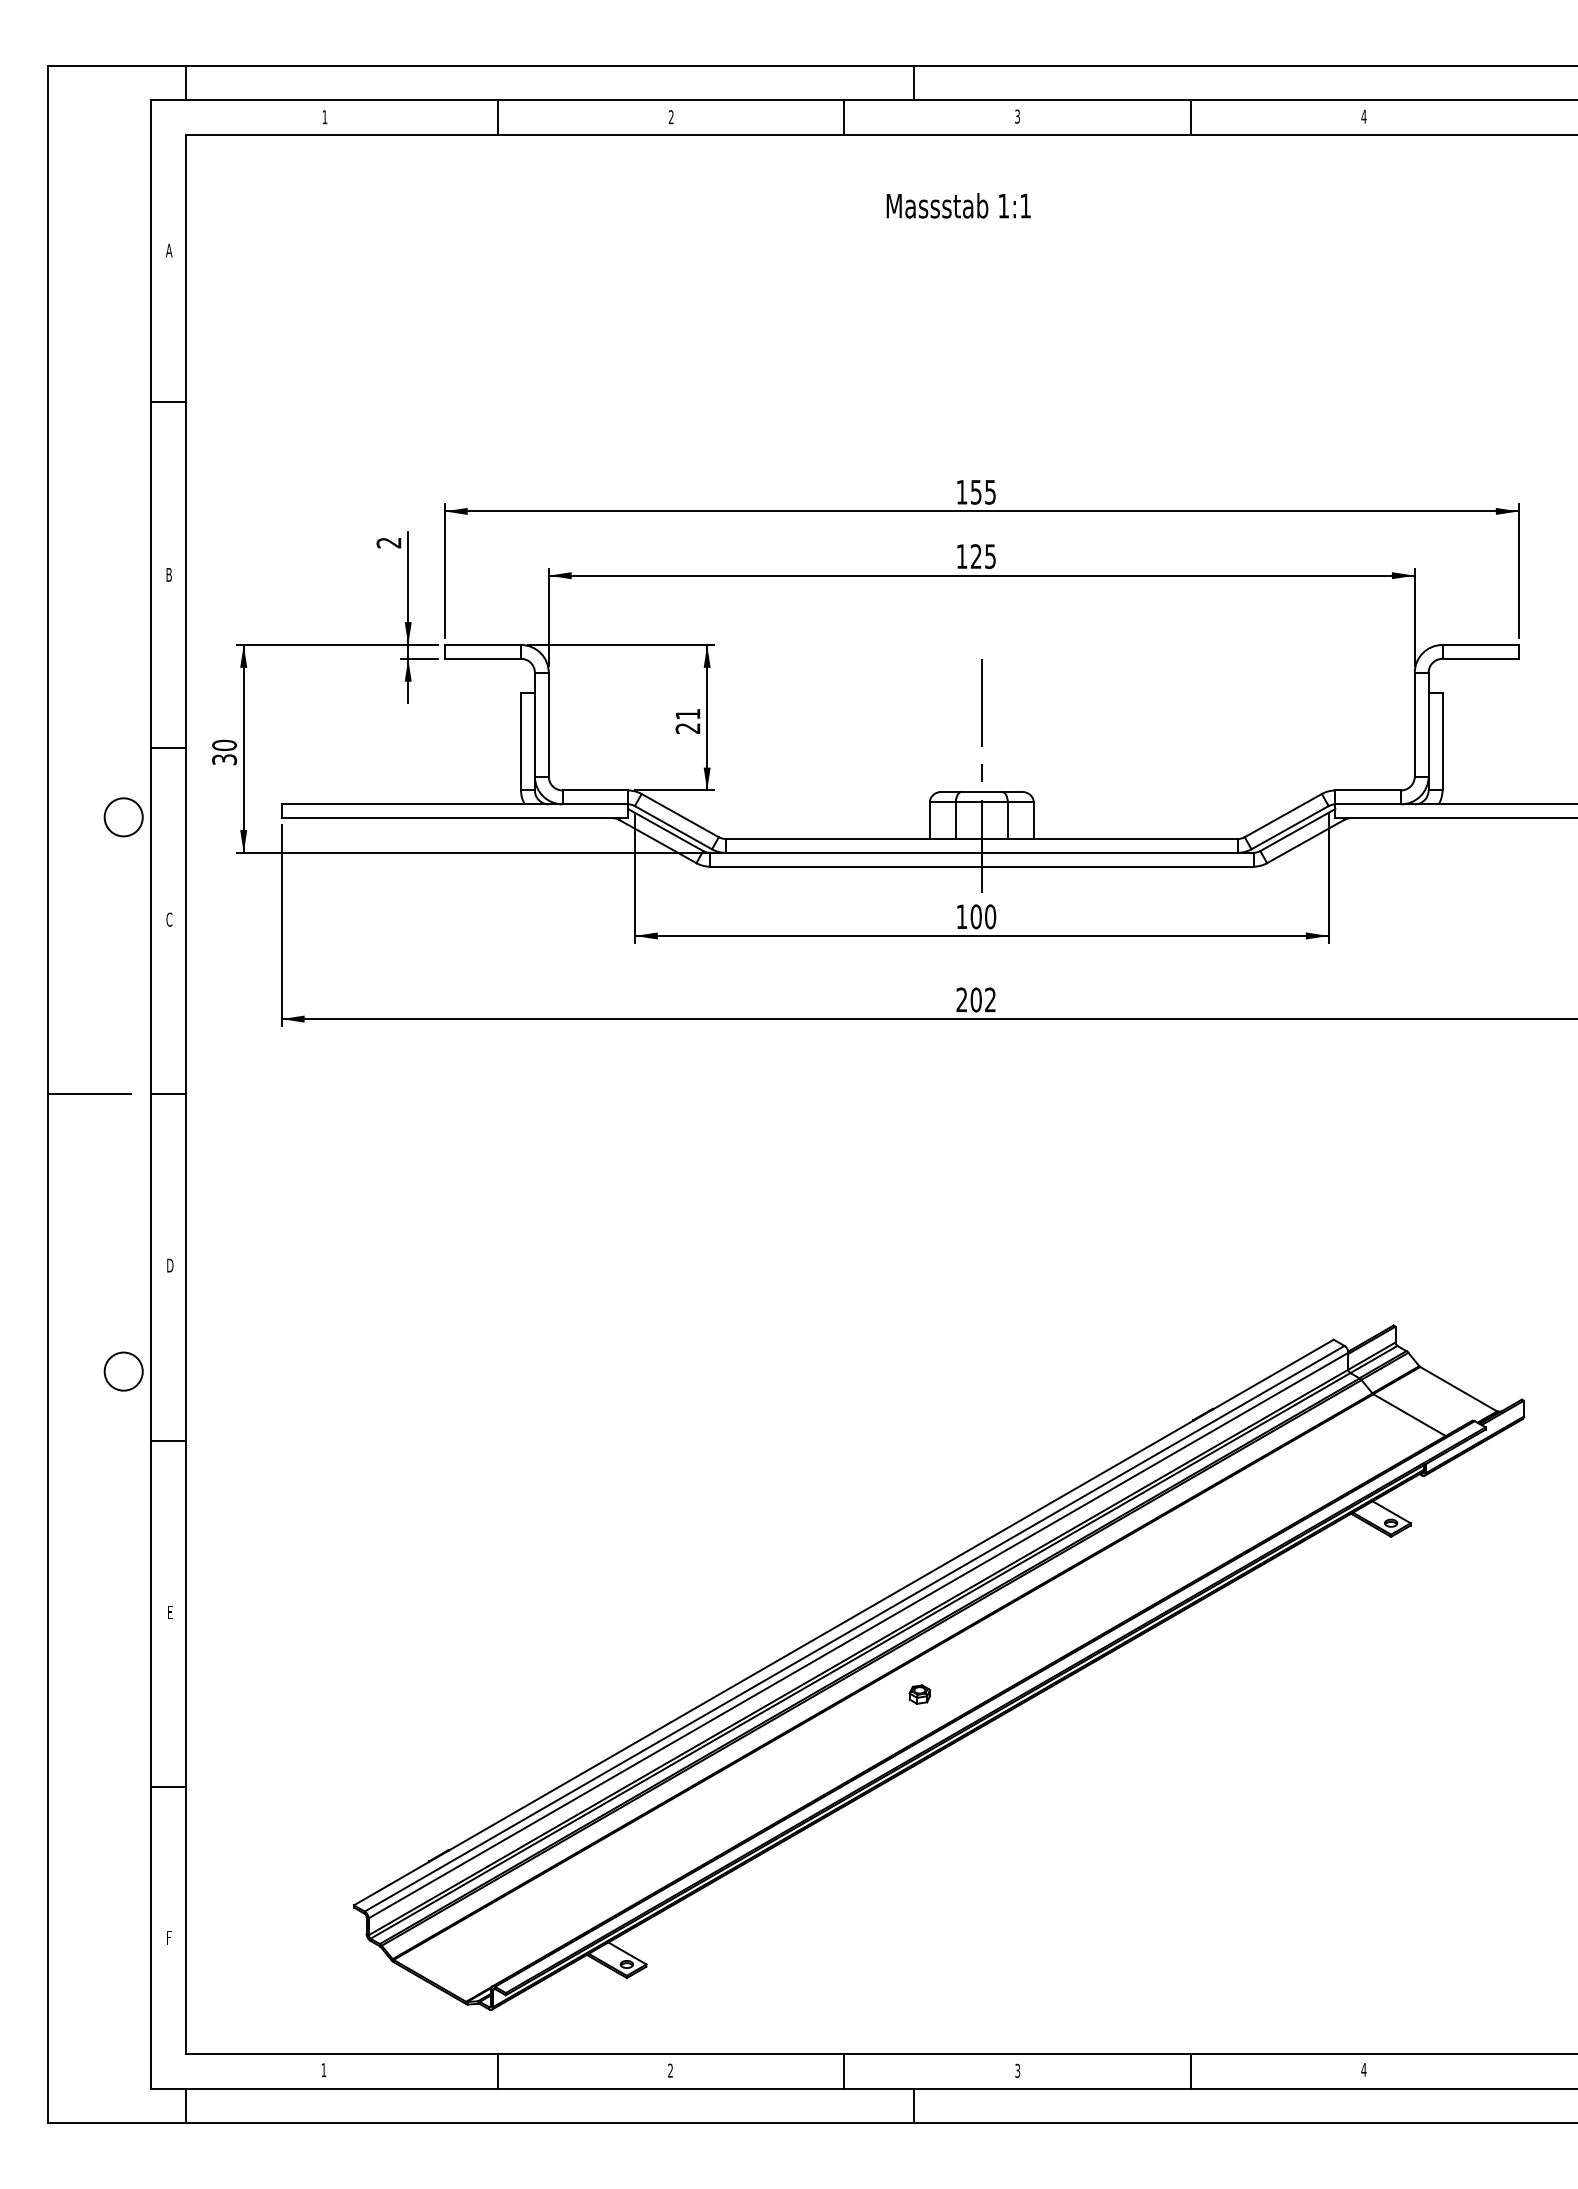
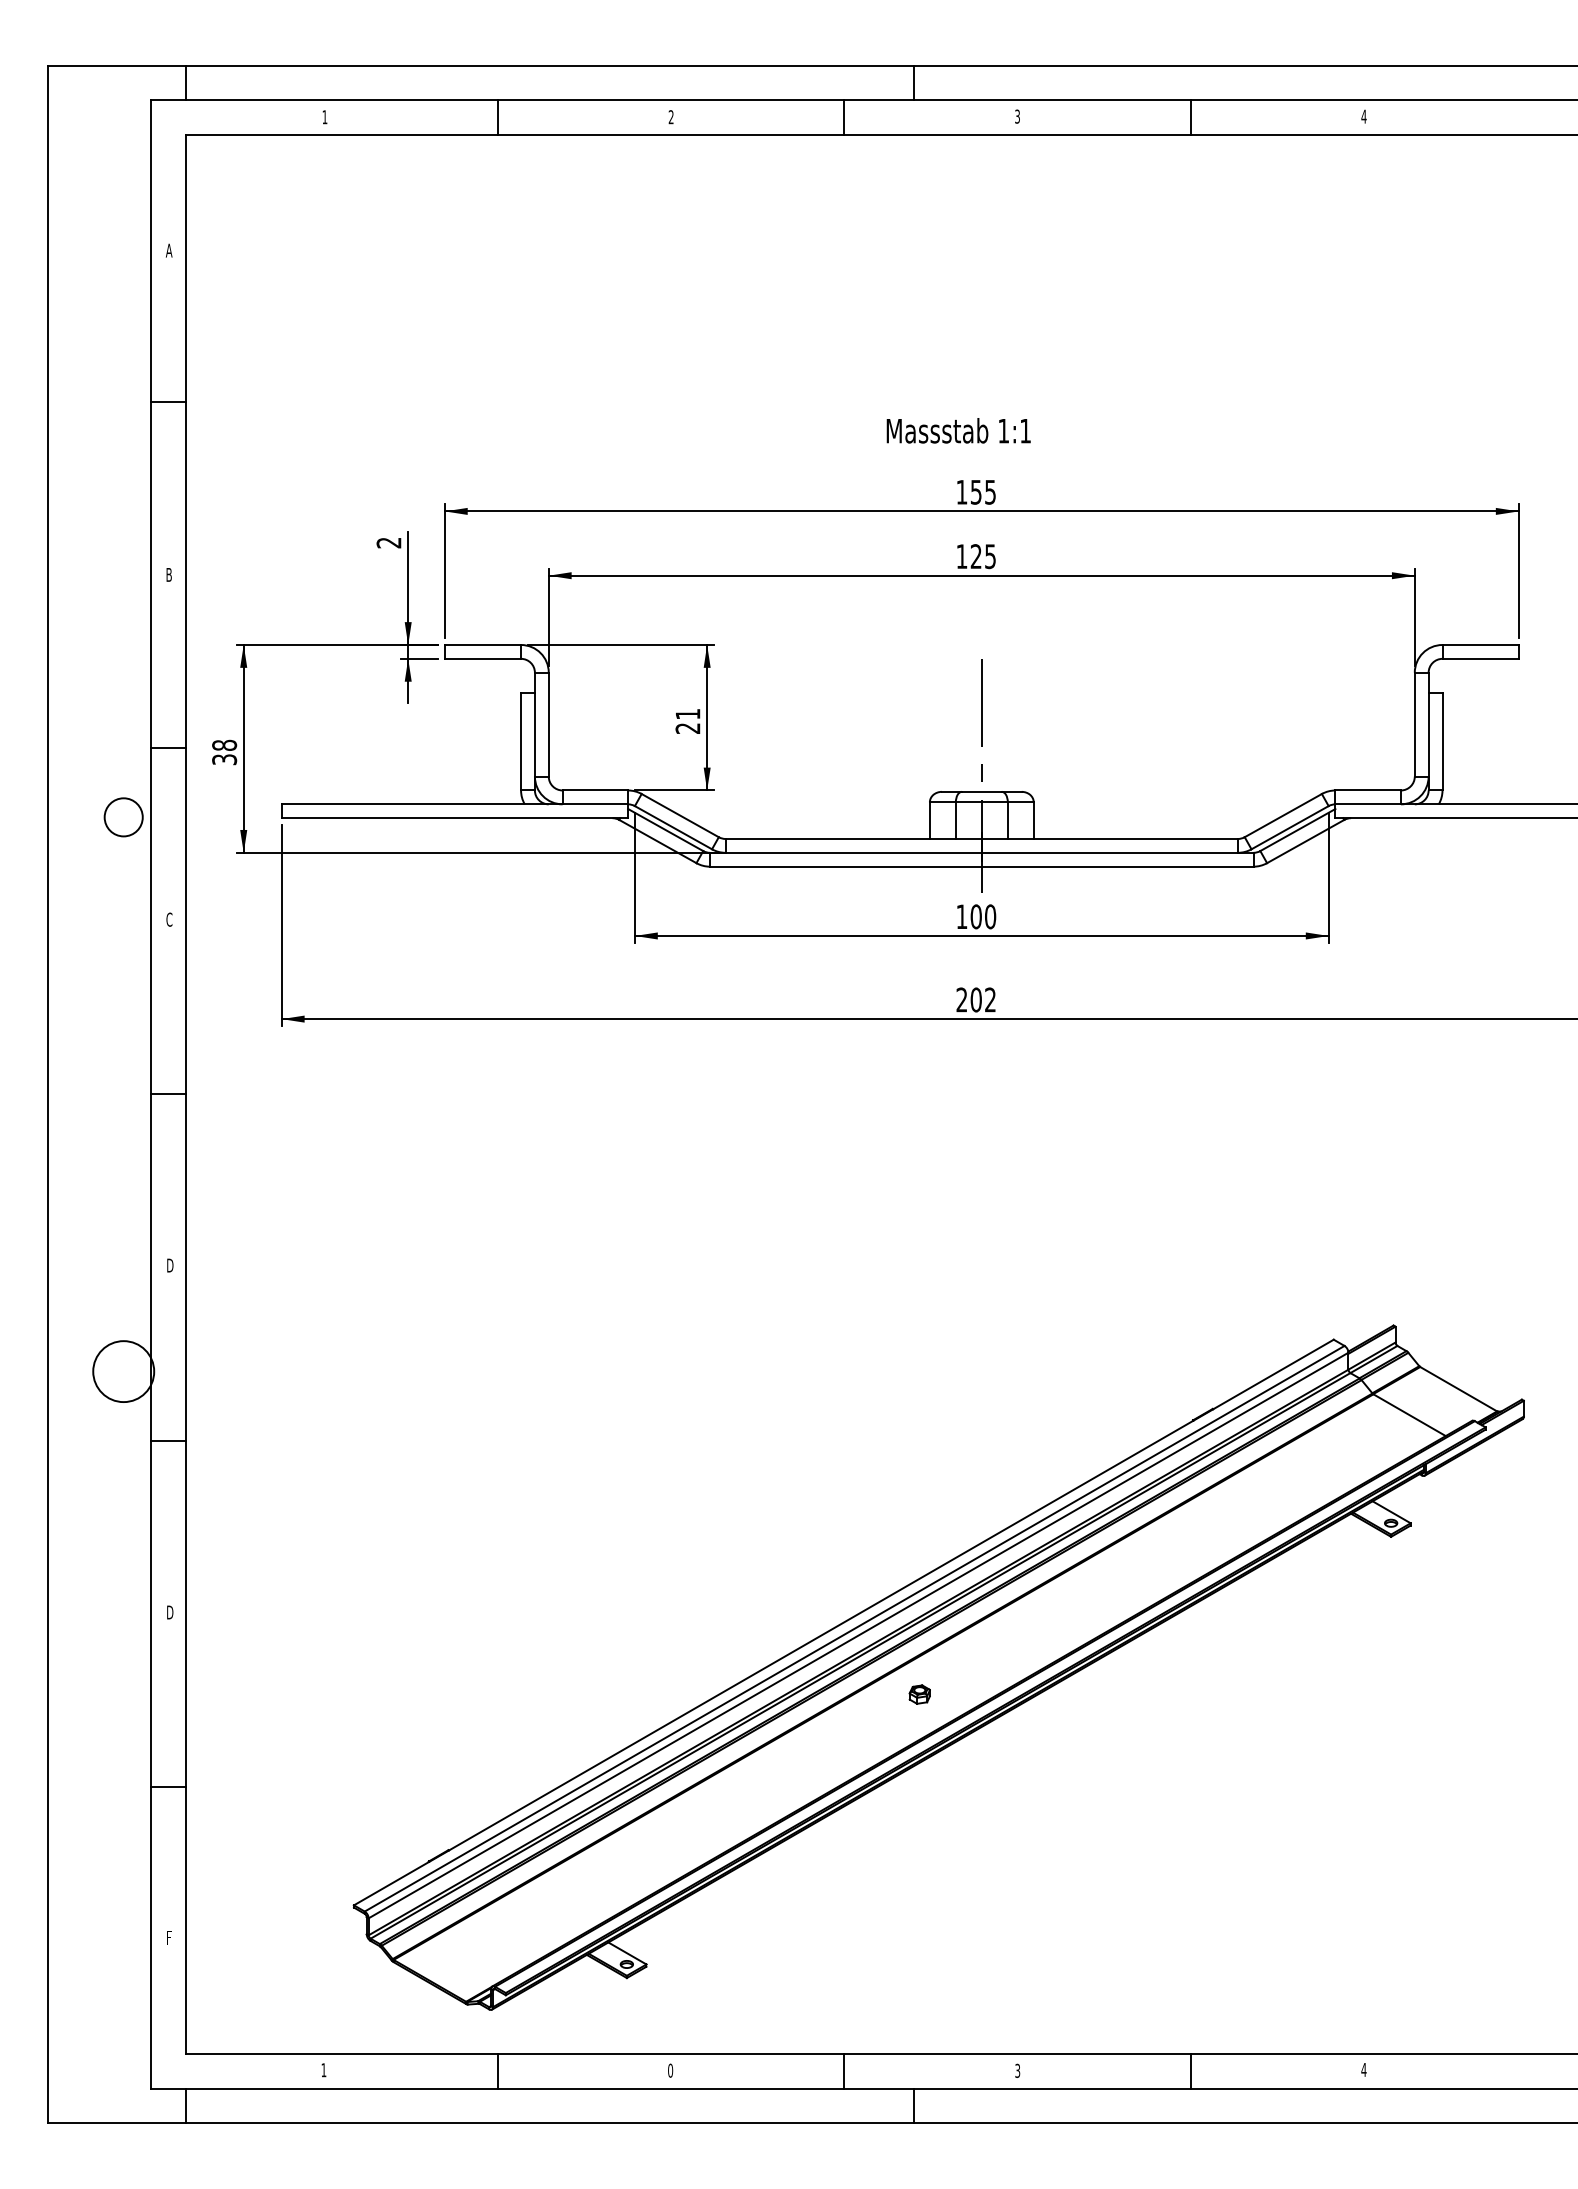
text at (958, 205) position: (958, 205) -> (958, 430)
text at (224, 744): 30 -> 38
line at (88, 1094): present -> none
circle at (123, 1371) diameter: 38 px -> 61 px
text at (170, 1612): E -> D
text at (670, 2070): 2 -> 0
